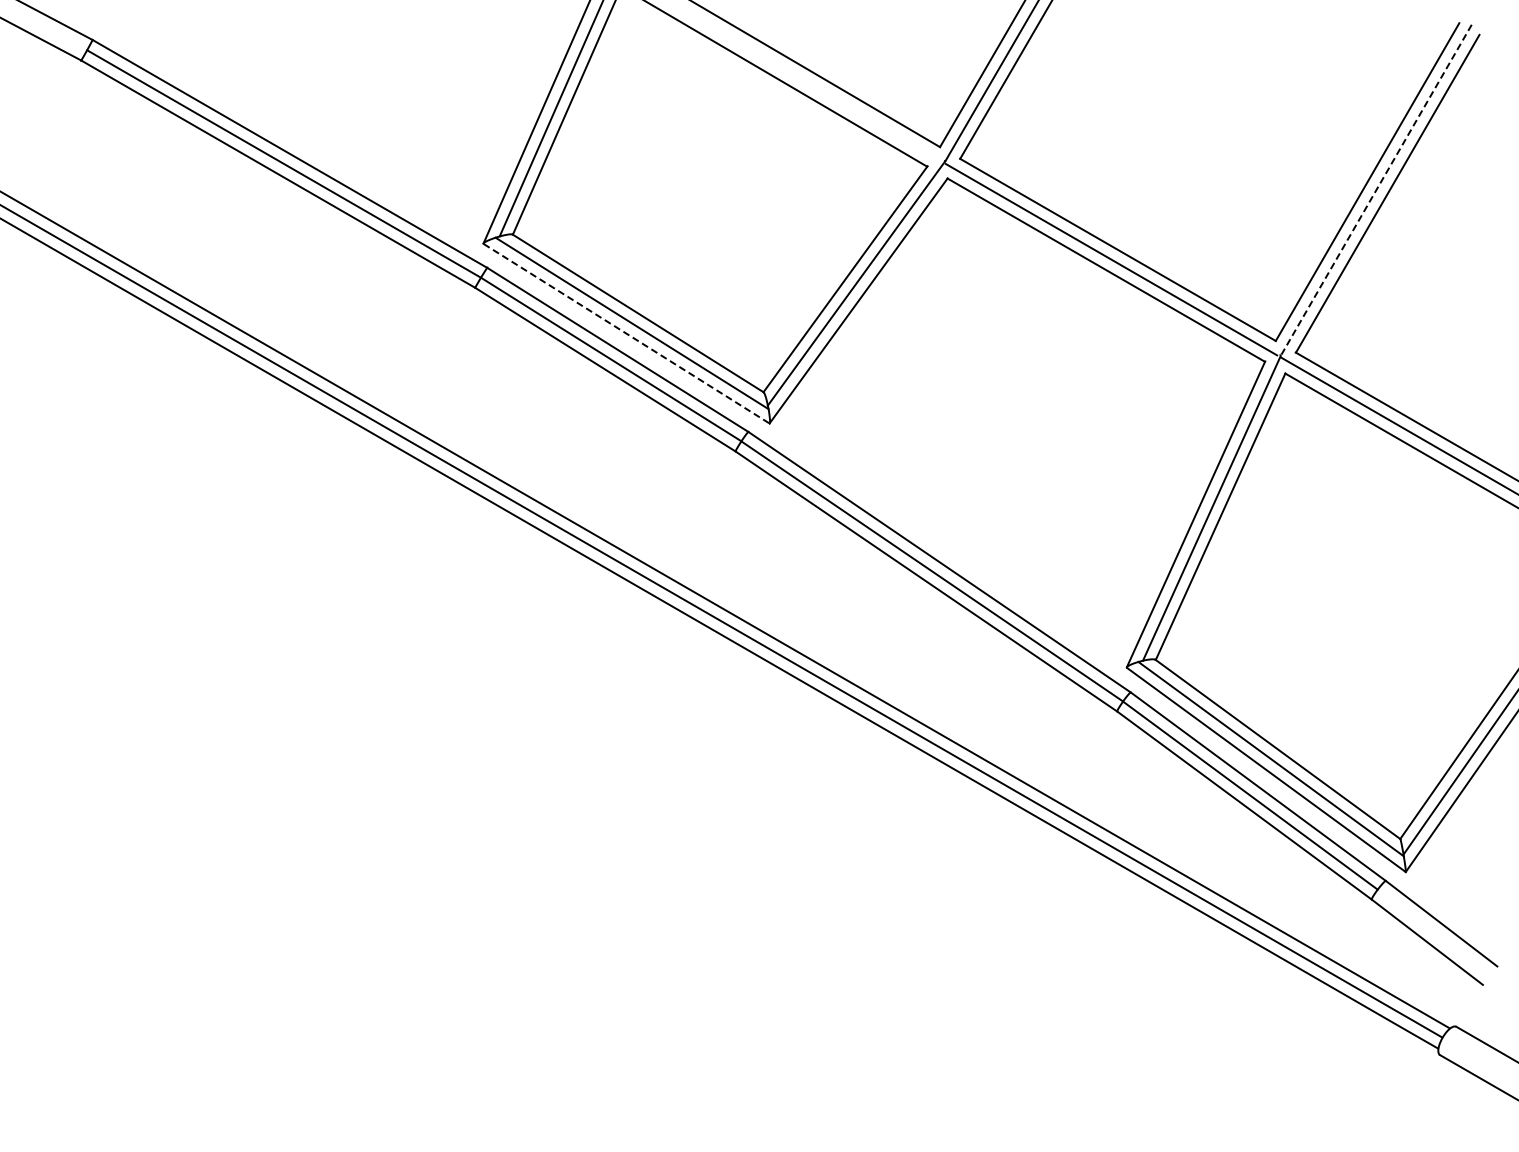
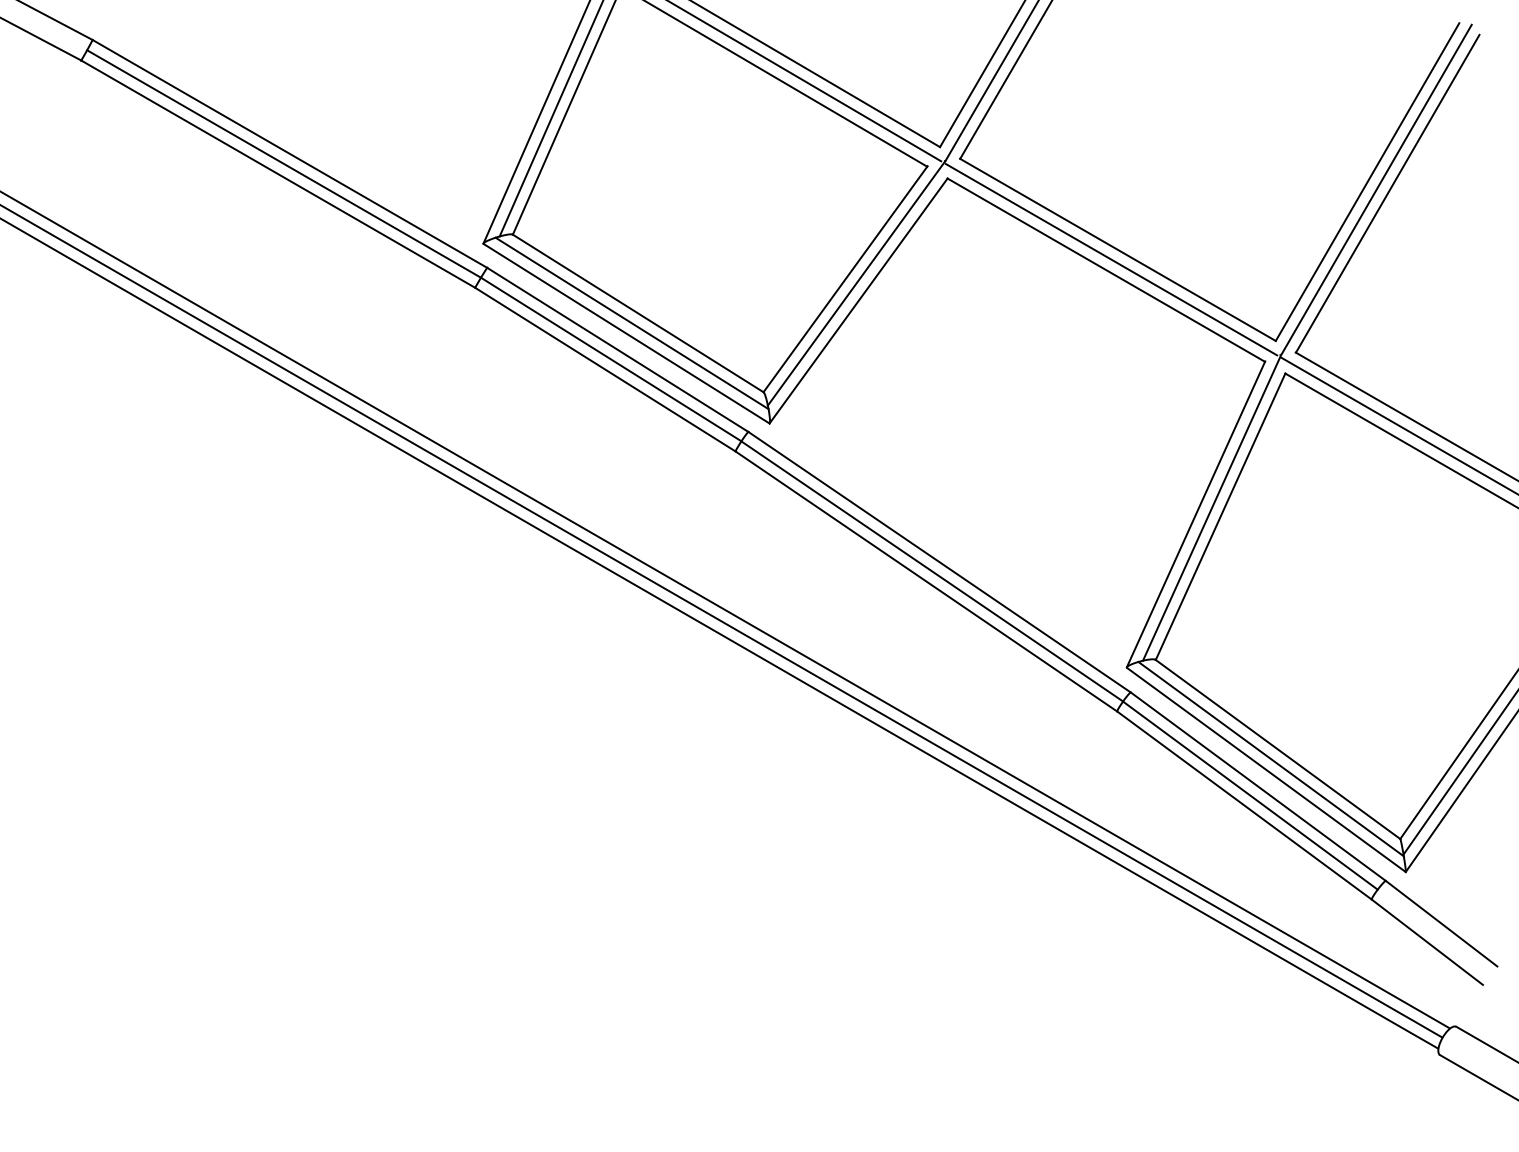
line at (805, 81): none -> present
line at (1376, 190): dashed -> solid
line at (626, 333): dashed -> solid
